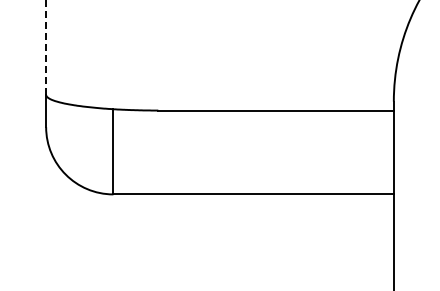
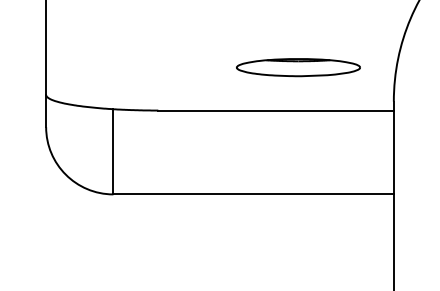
line at (46, 47): dashed -> solid
part at (298, 67): none -> present
